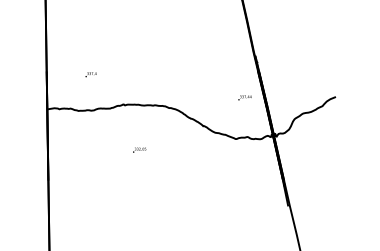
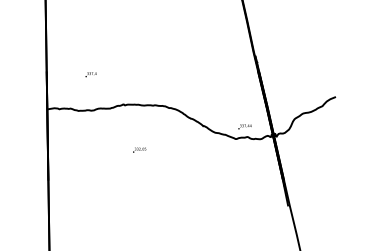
text at (244, 97) position: (244, 97) -> (244, 126)
